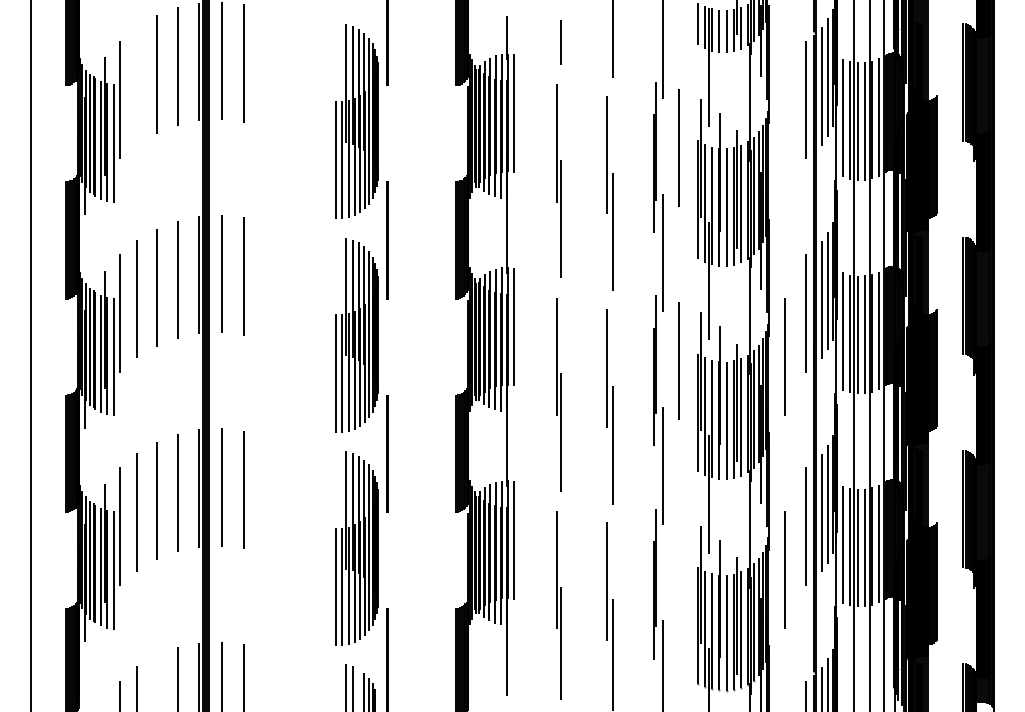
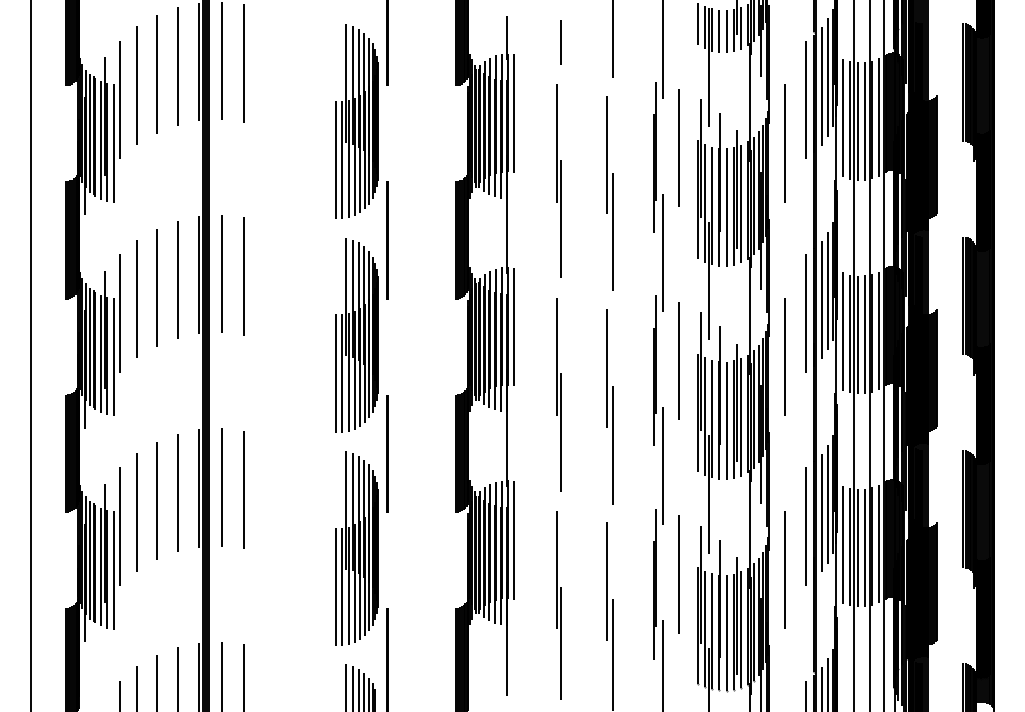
line at (136, 85): none -> present
line at (784, 143): none -> present
line at (679, 574): none -> present
line at (156, 681): none -> present
line at (358, 688): none -> present
